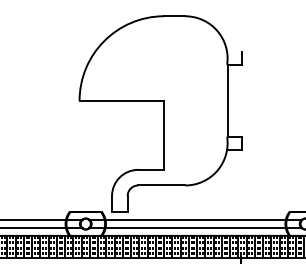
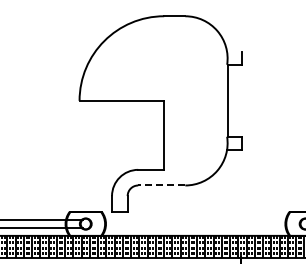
line at (161, 185): solid -> dashed
line at (194, 219): present -> none
line at (194, 228): present -> none
